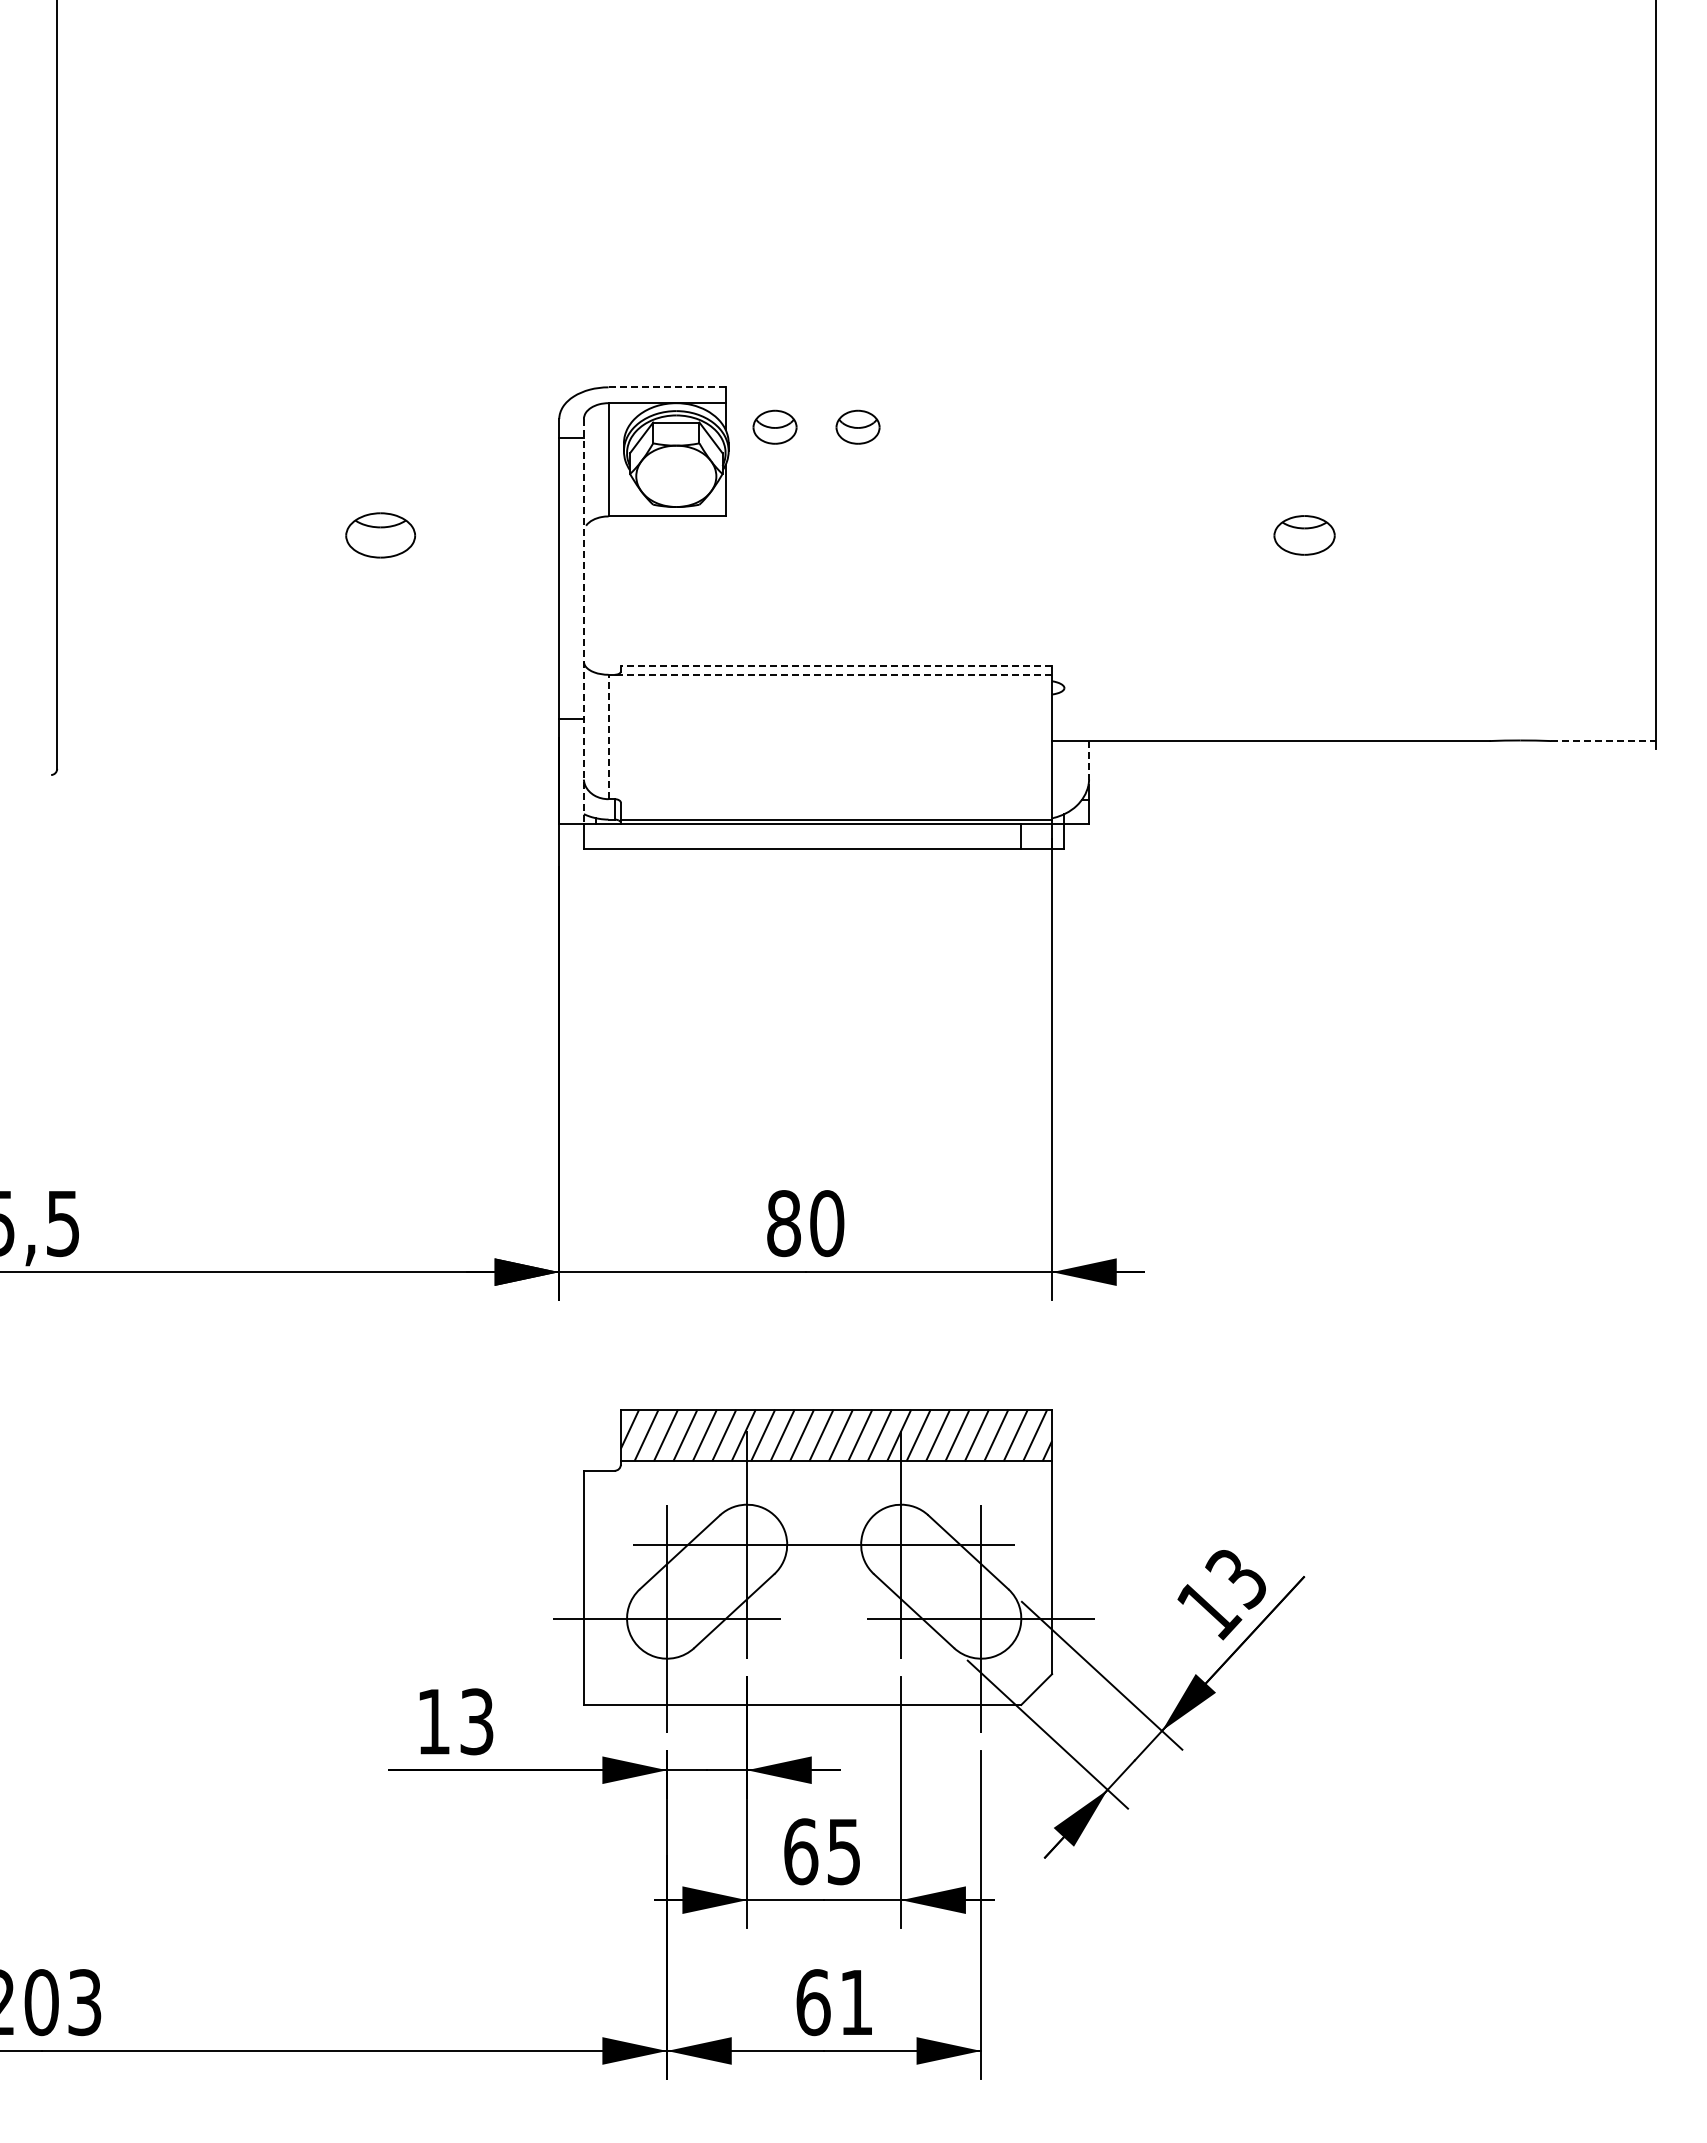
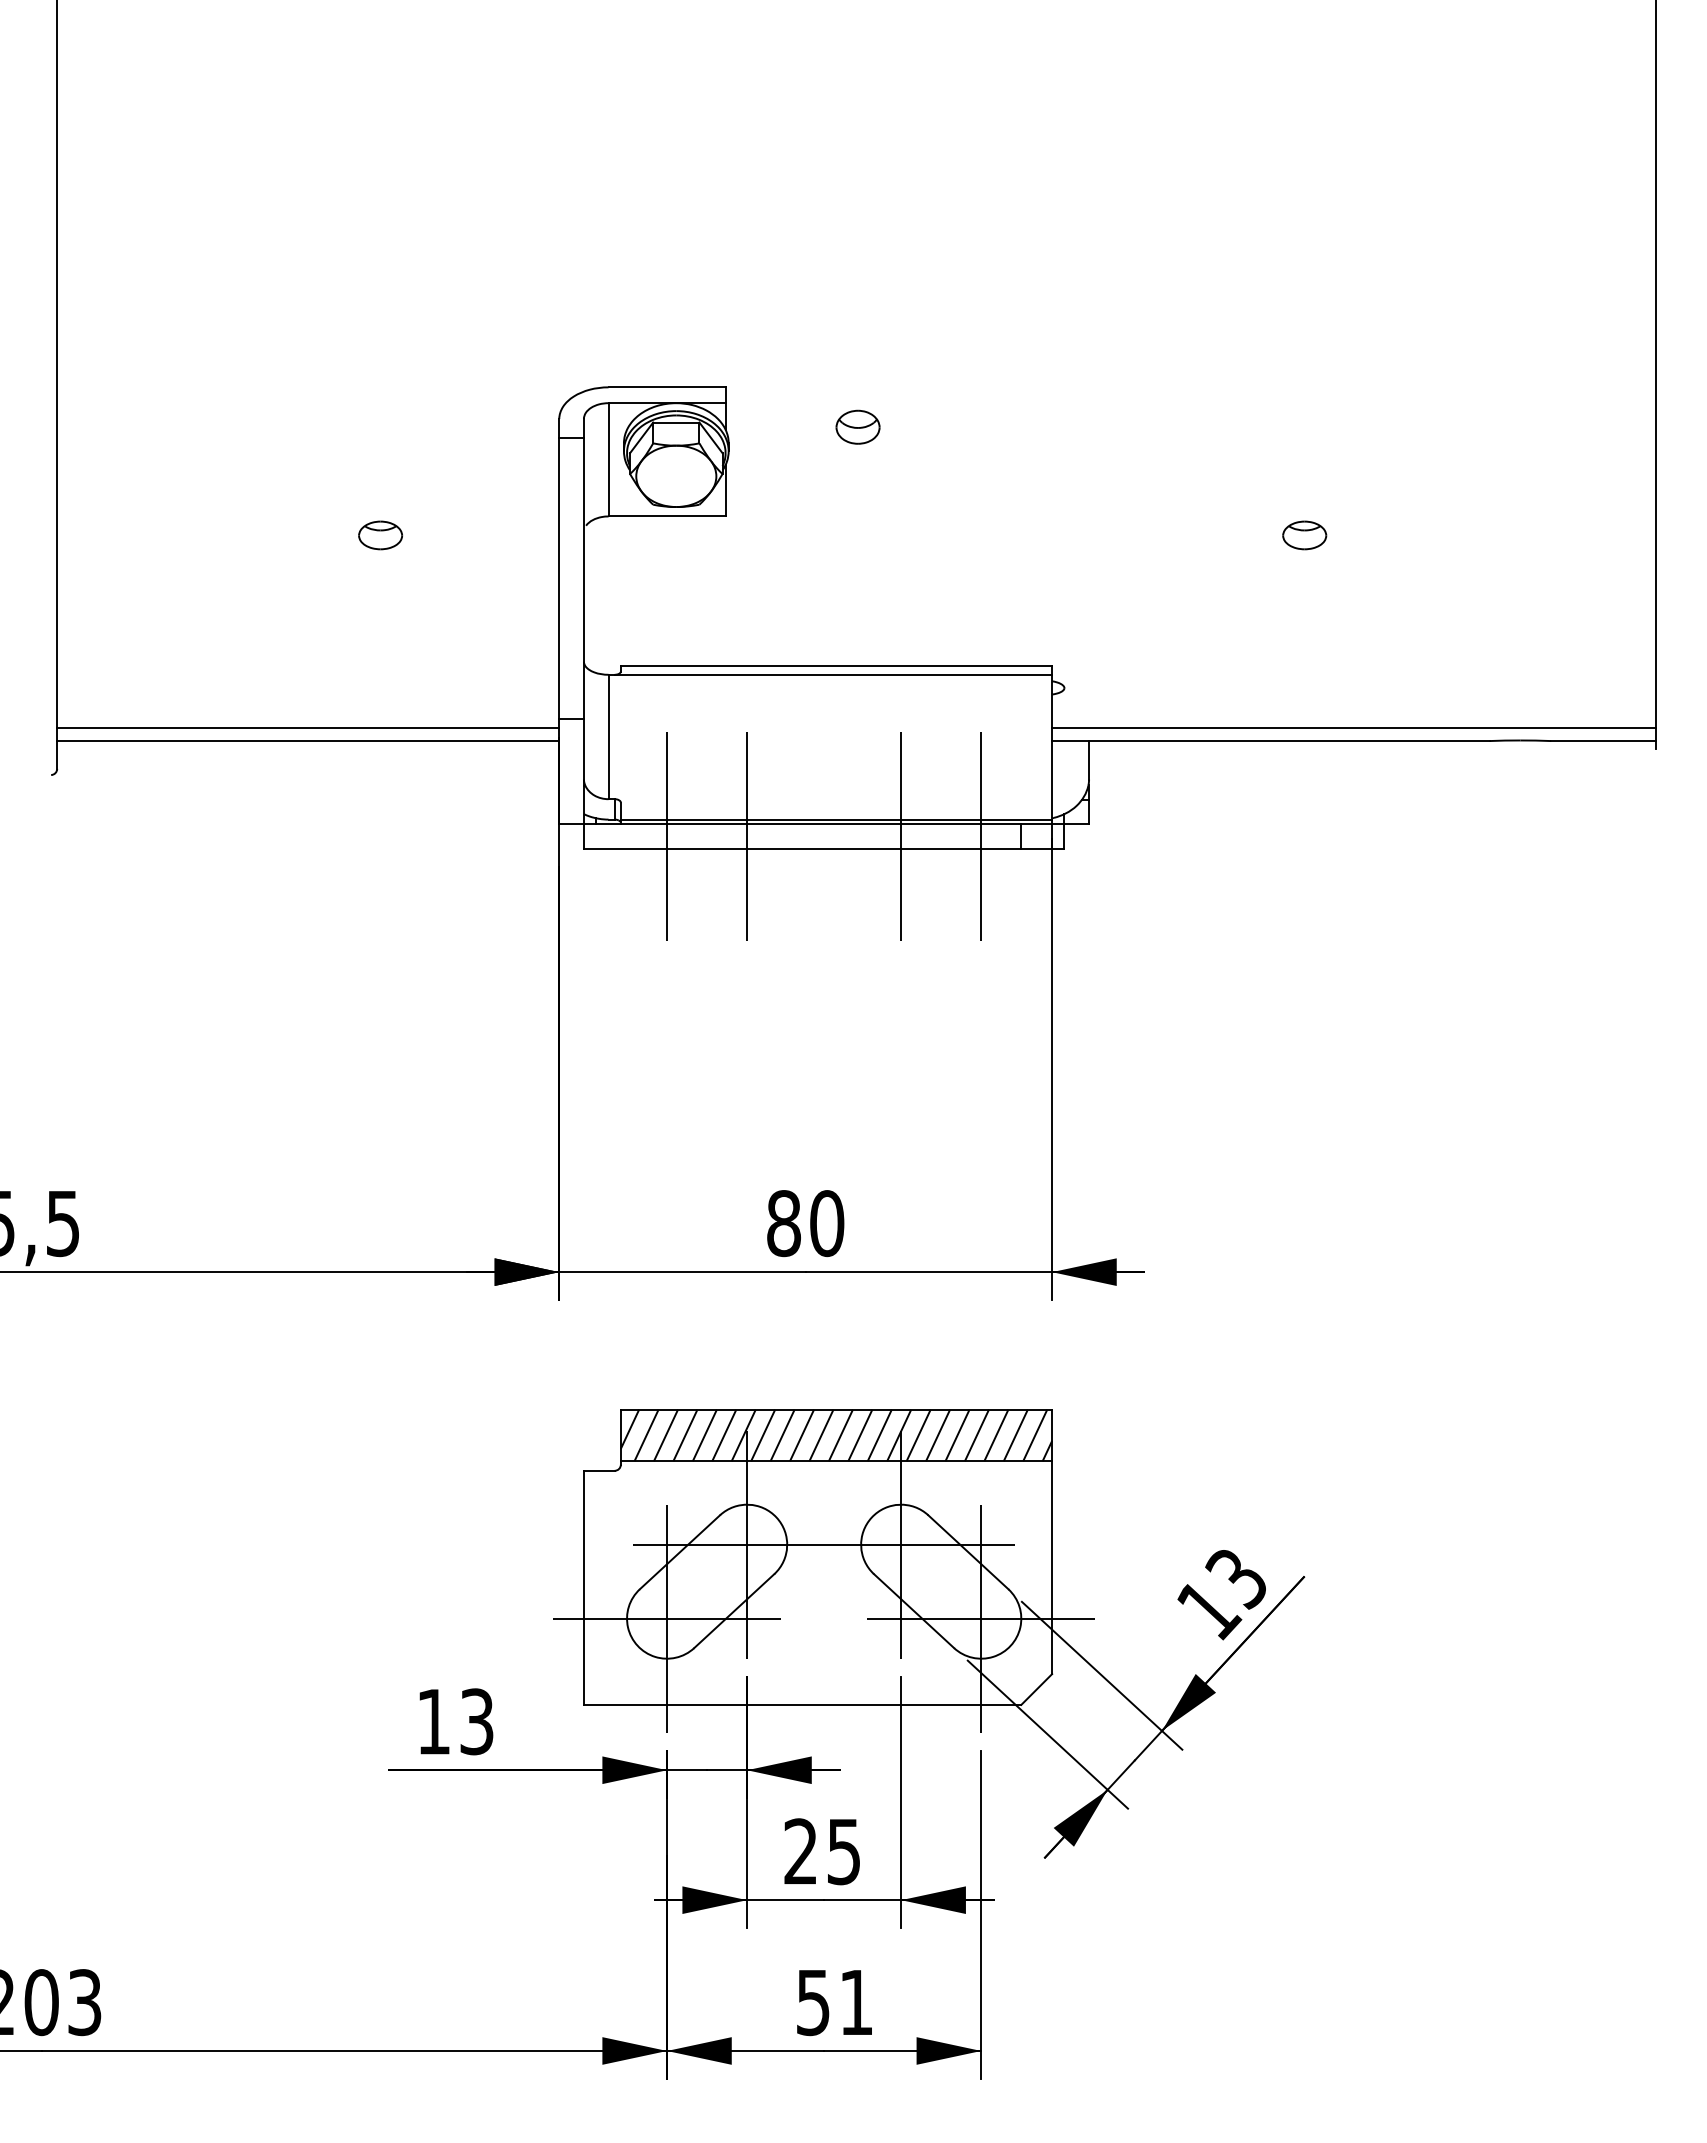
line at (667, 387): dashed -> solid
part at (774, 426): present -> none
part at (380, 535) size: 71x47 px -> 45x31 px
part at (1304, 535) size: 63x41 px -> 46x31 px
line at (583, 621): dashed -> solid
line at (836, 666): dashed -> solid
line at (833, 674): dashed -> solid
line at (308, 727): none -> present
line at (1353, 727): none -> present
line at (608, 736): dashed -> solid
line at (308, 741): none -> present
line at (1604, 741): dashed -> solid
line at (1089, 760): dashed -> solid
line at (667, 836): none -> present
line at (747, 836): none -> present
line at (901, 836): none -> present
line at (981, 836): none -> present
text at (801, 1851): 65 -> 25
text at (813, 2002): 61 -> 51
